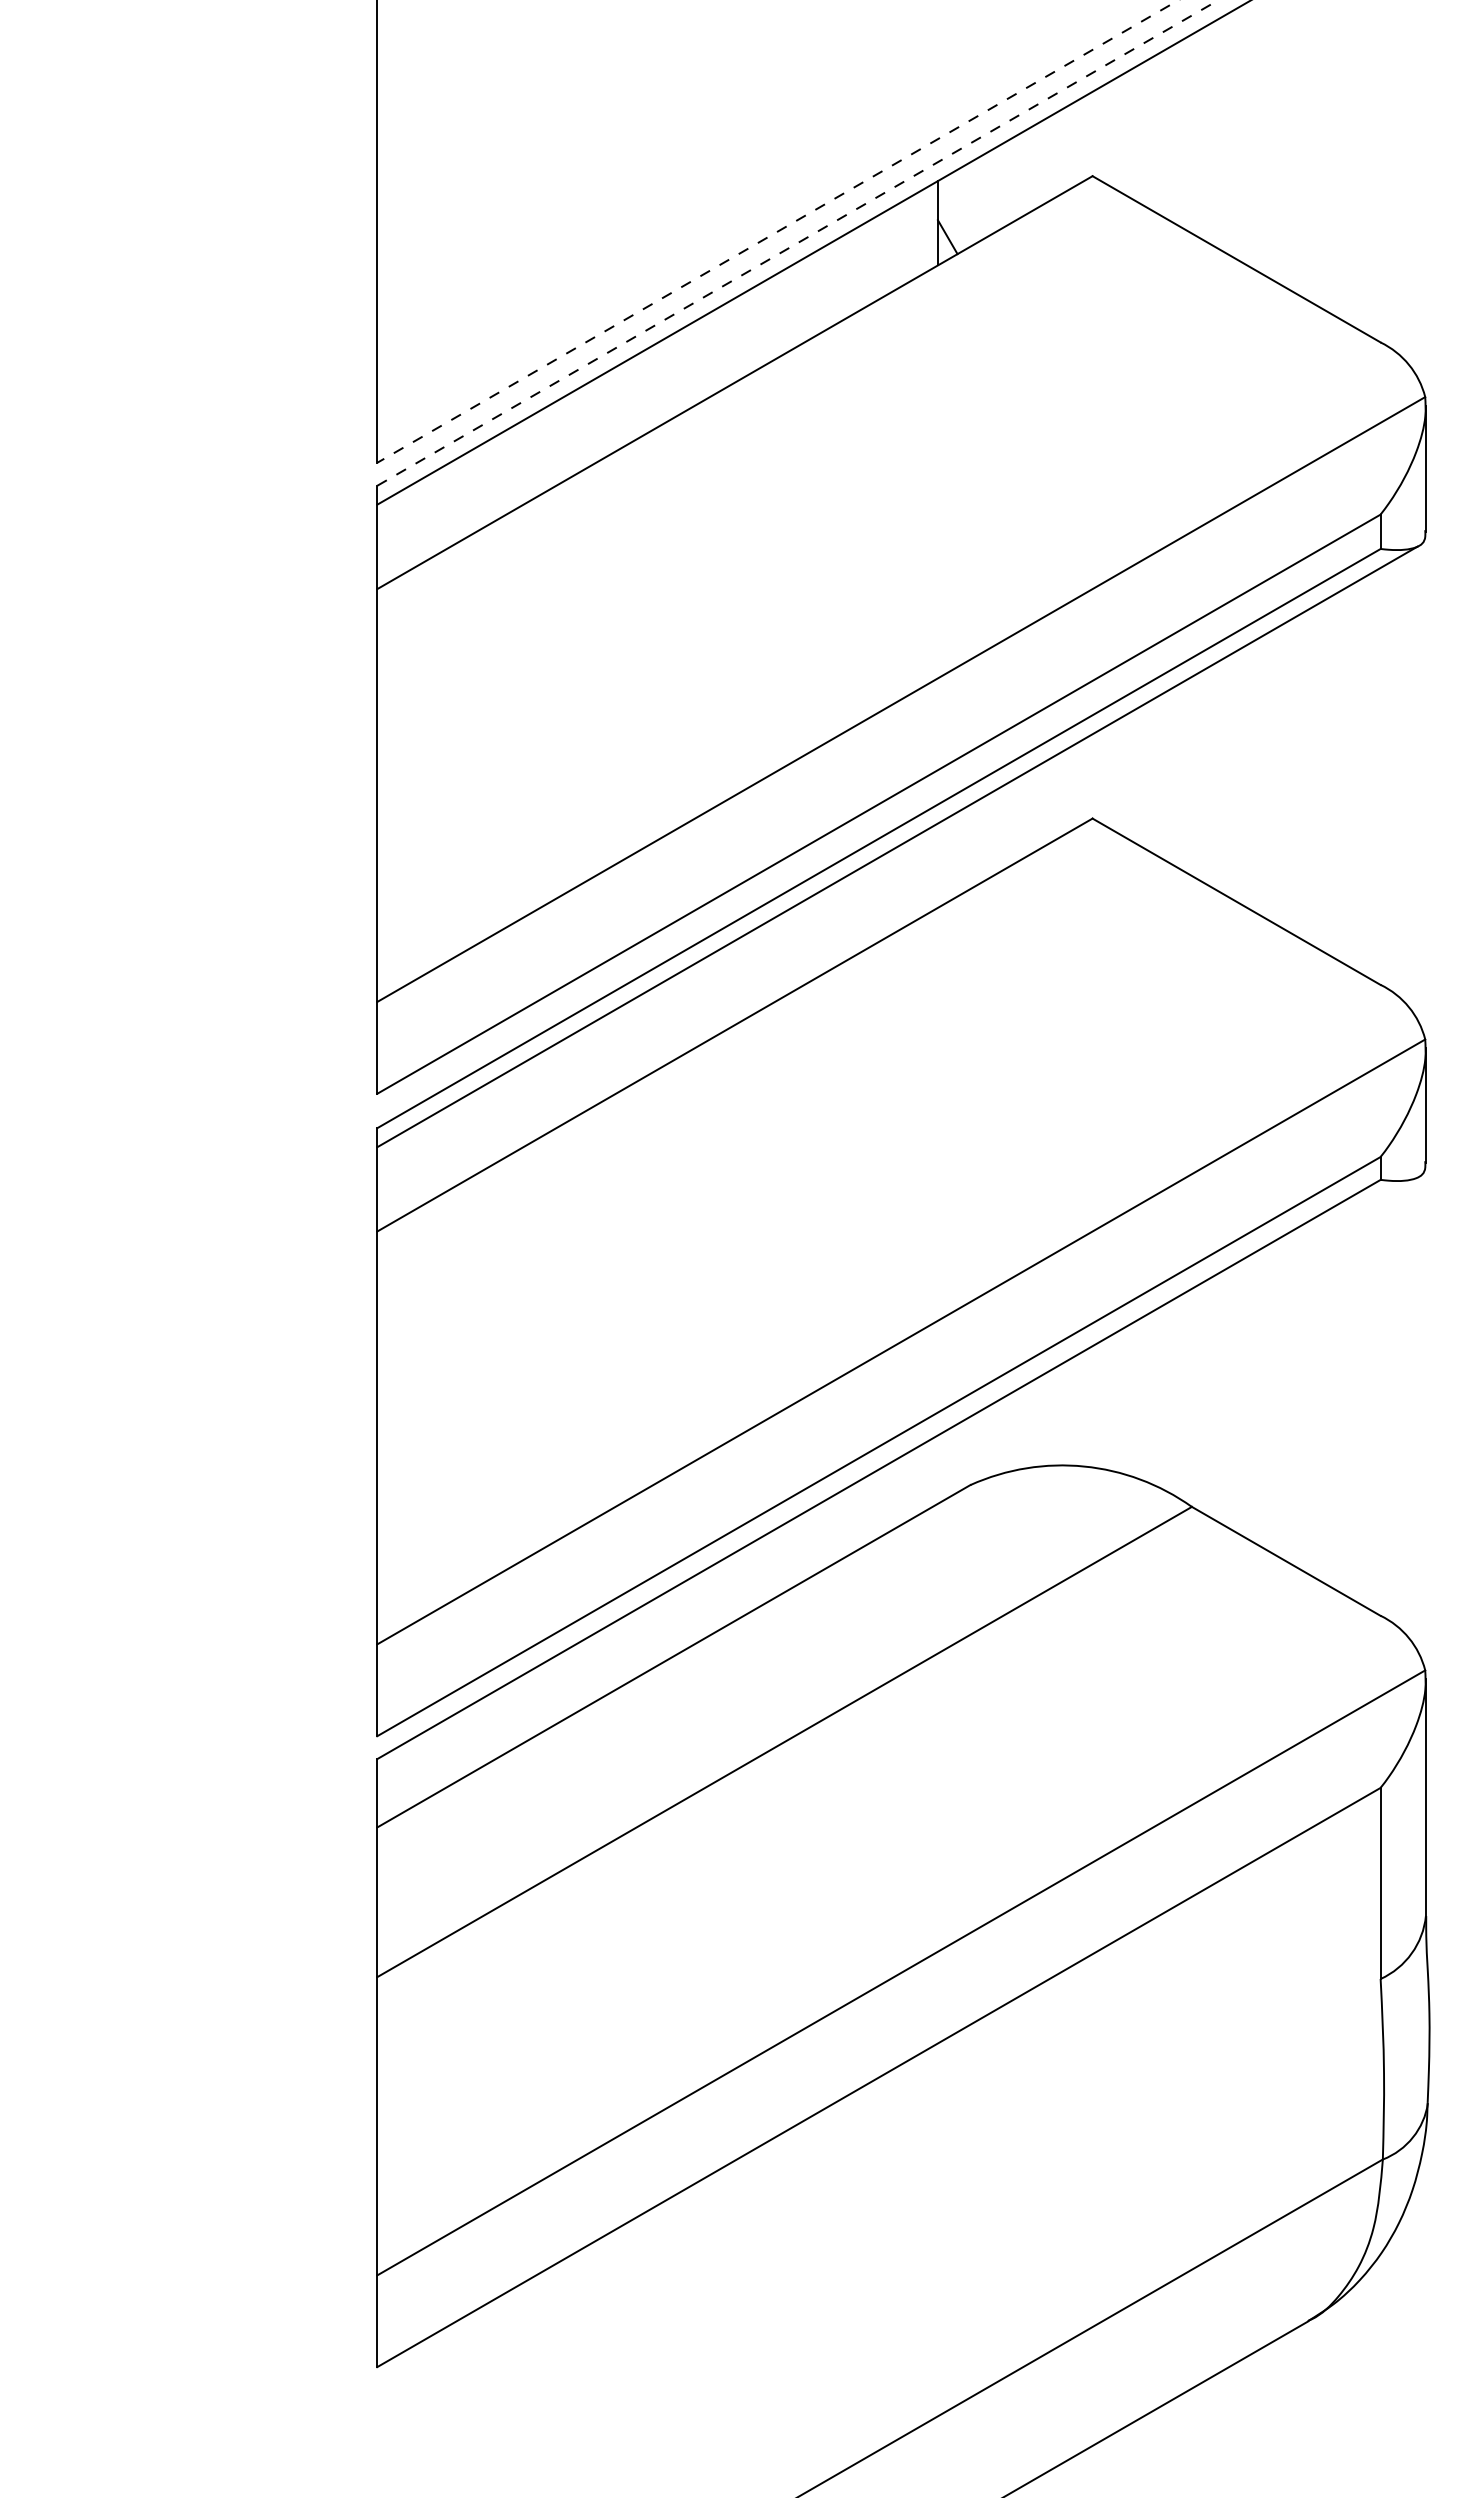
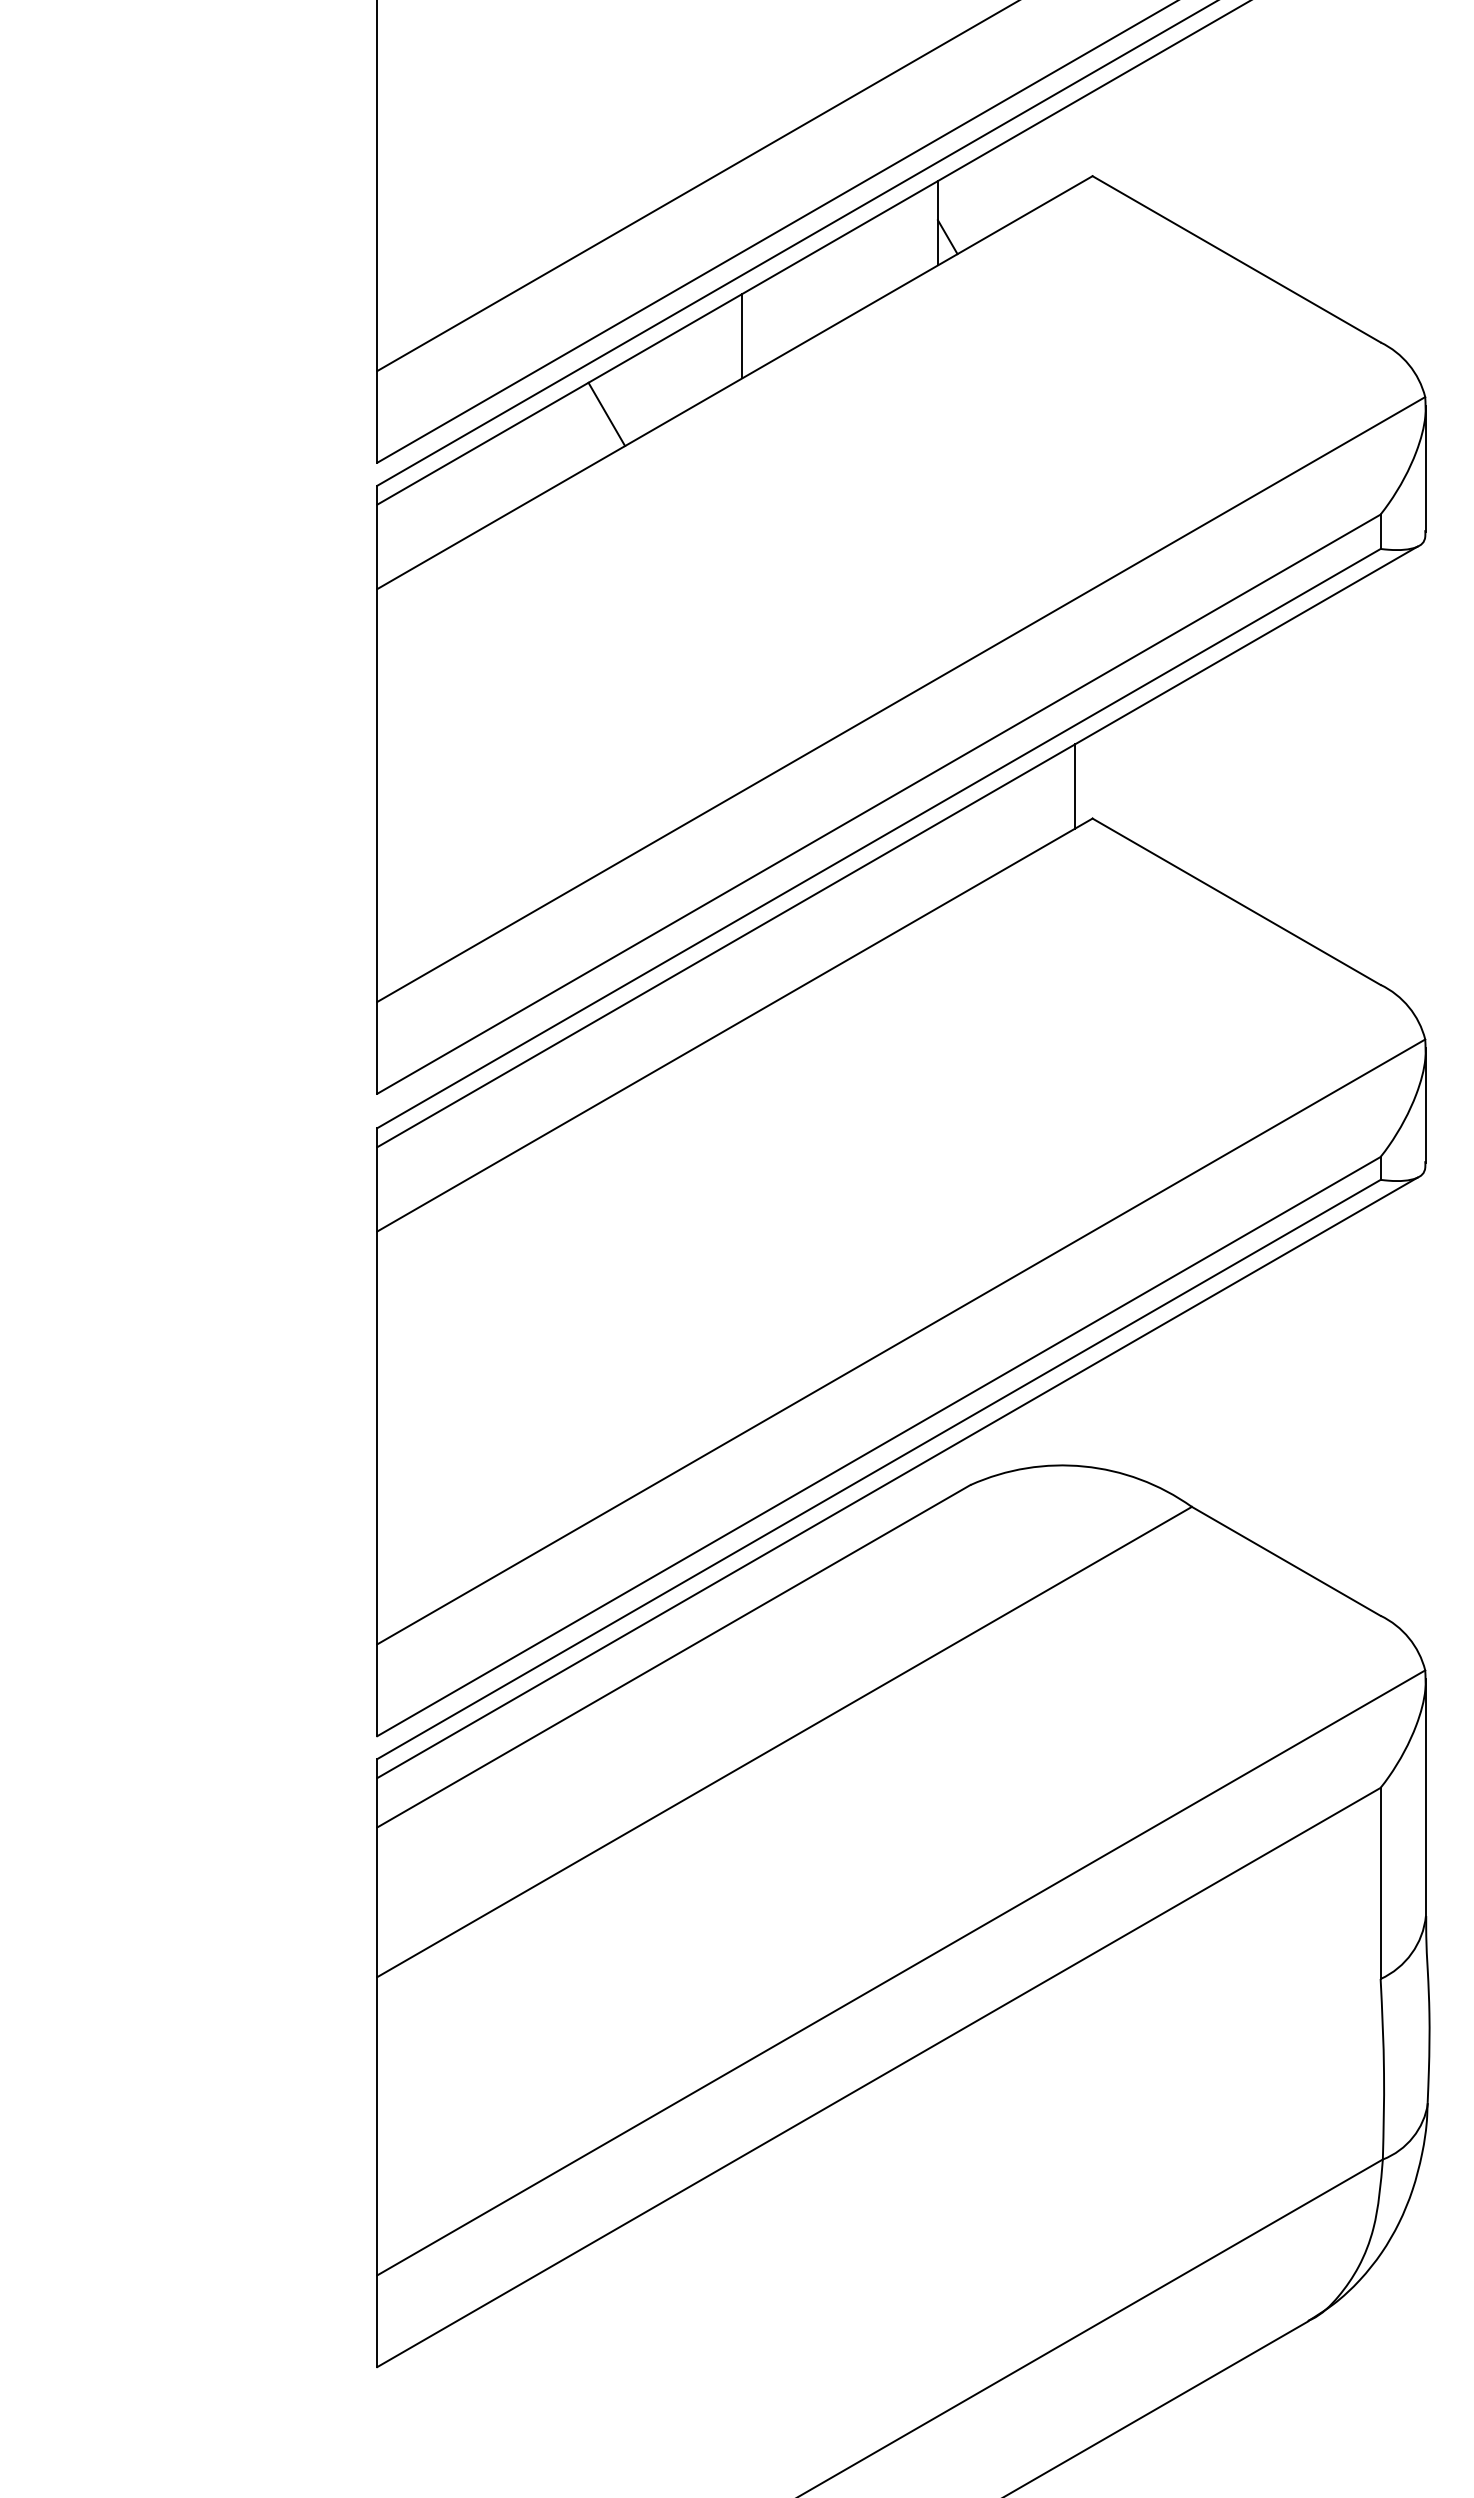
line at (696, 186): none -> present
line at (778, 231): dashed -> solid
line at (798, 242): dashed -> solid
line at (742, 336): none -> present
line at (606, 414): none -> present
line at (1074, 786): none -> present
line at (897, 1477): none -> present
